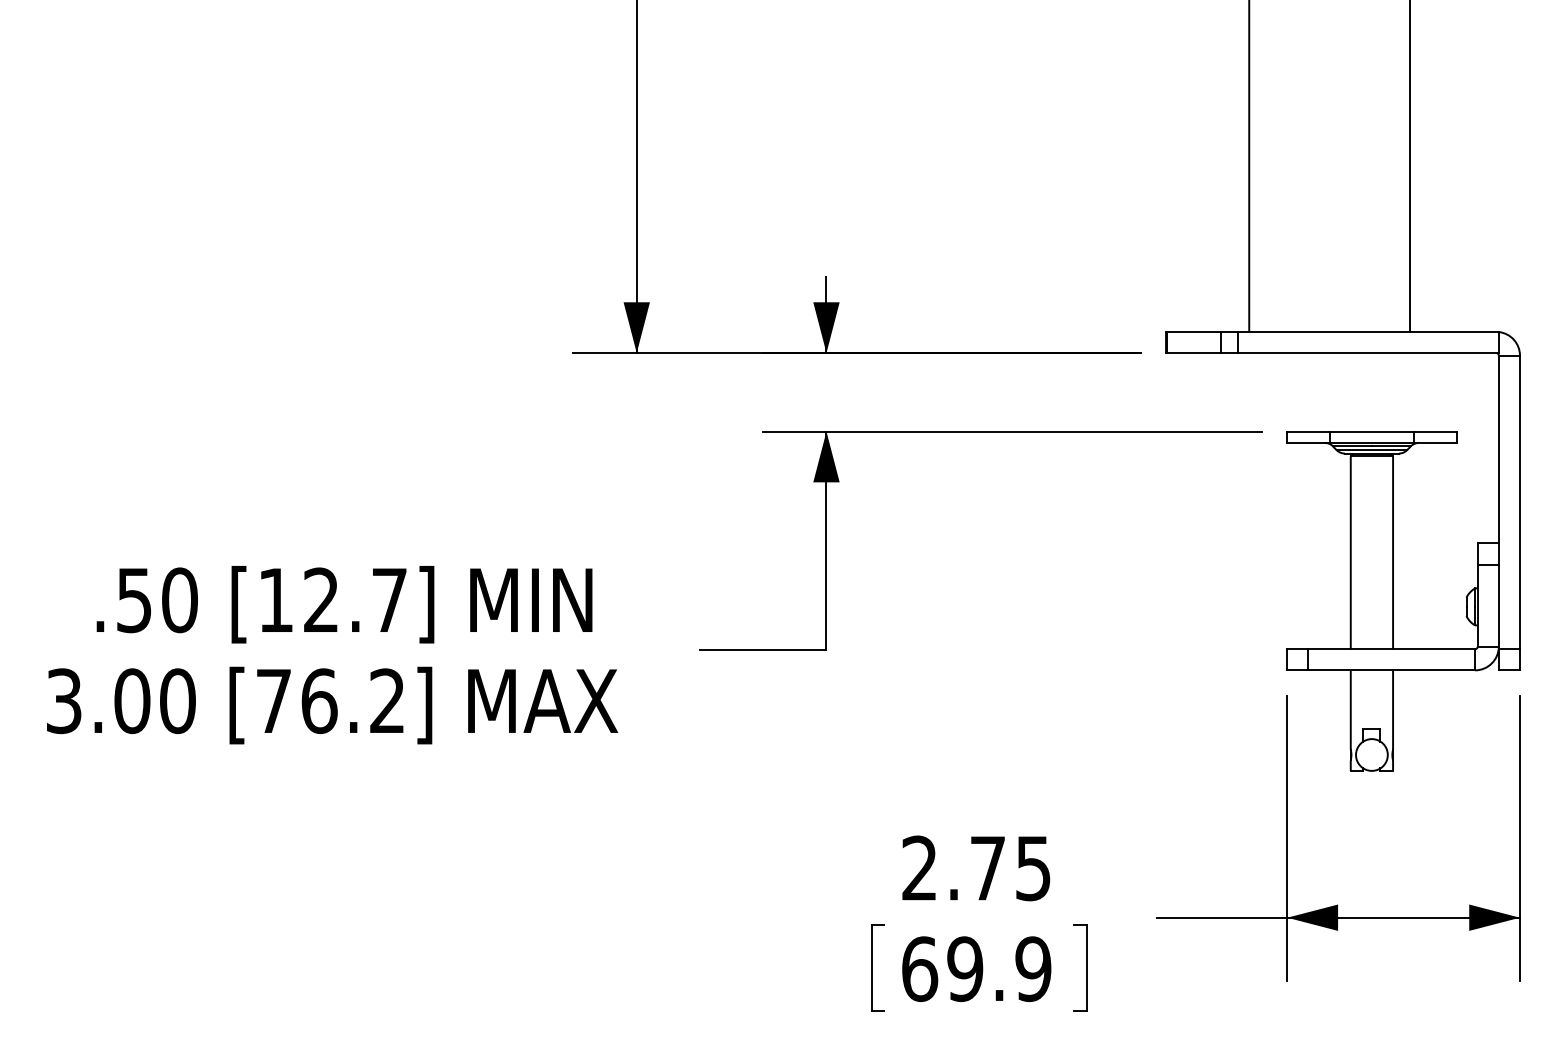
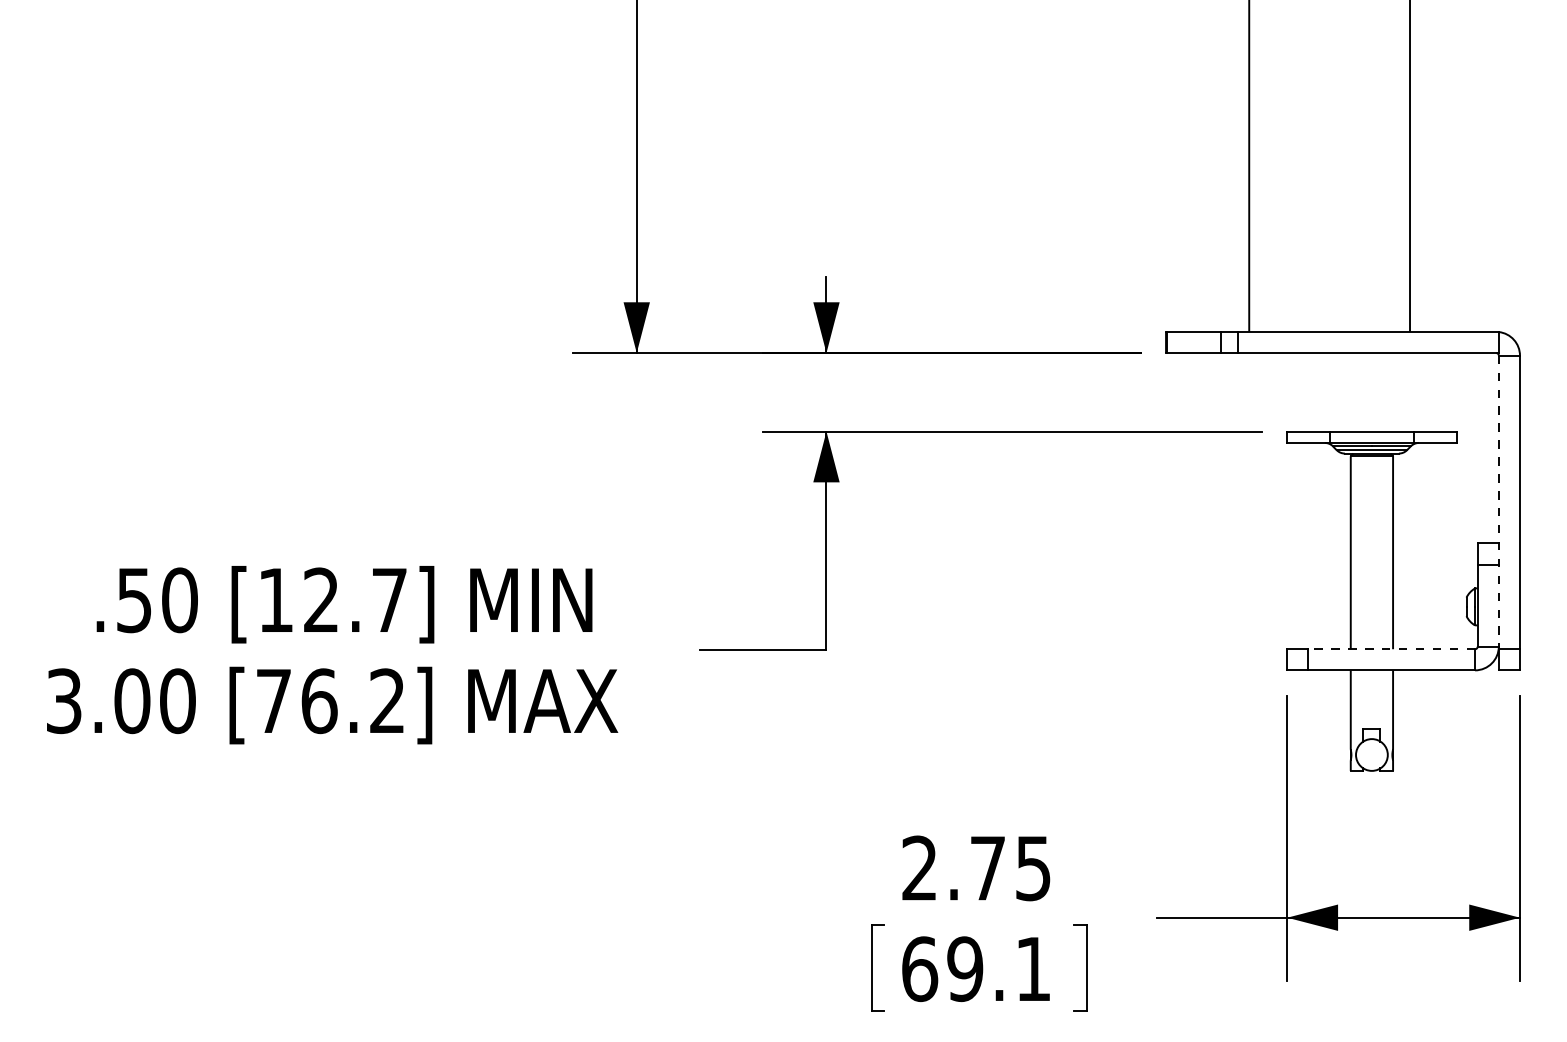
line at (1498, 502): solid -> dashed
line at (1391, 649): solid -> dashed
text at (1033, 969): 69.9 -> 69.1
